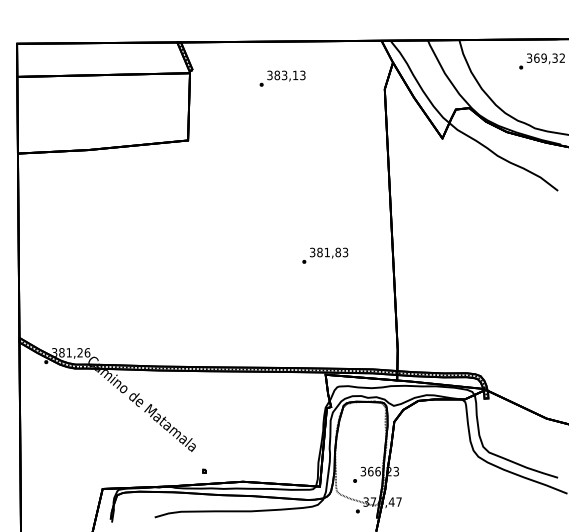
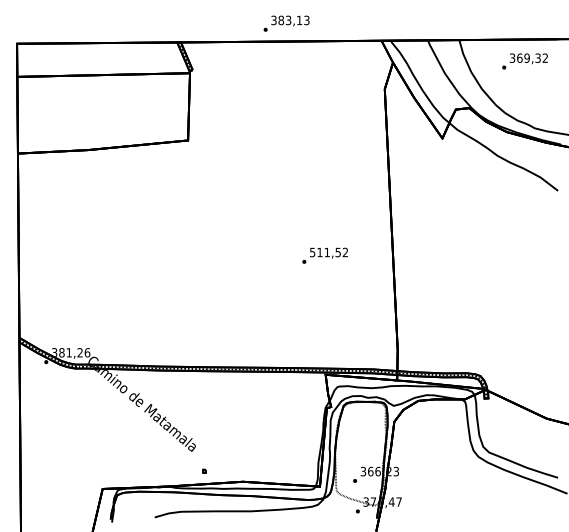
text at (541, 61) position: (541, 61) -> (524, 61)
text at (282, 78) position: (282, 78) -> (286, 23)
text at (329, 252): 381,83 -> 511,52
